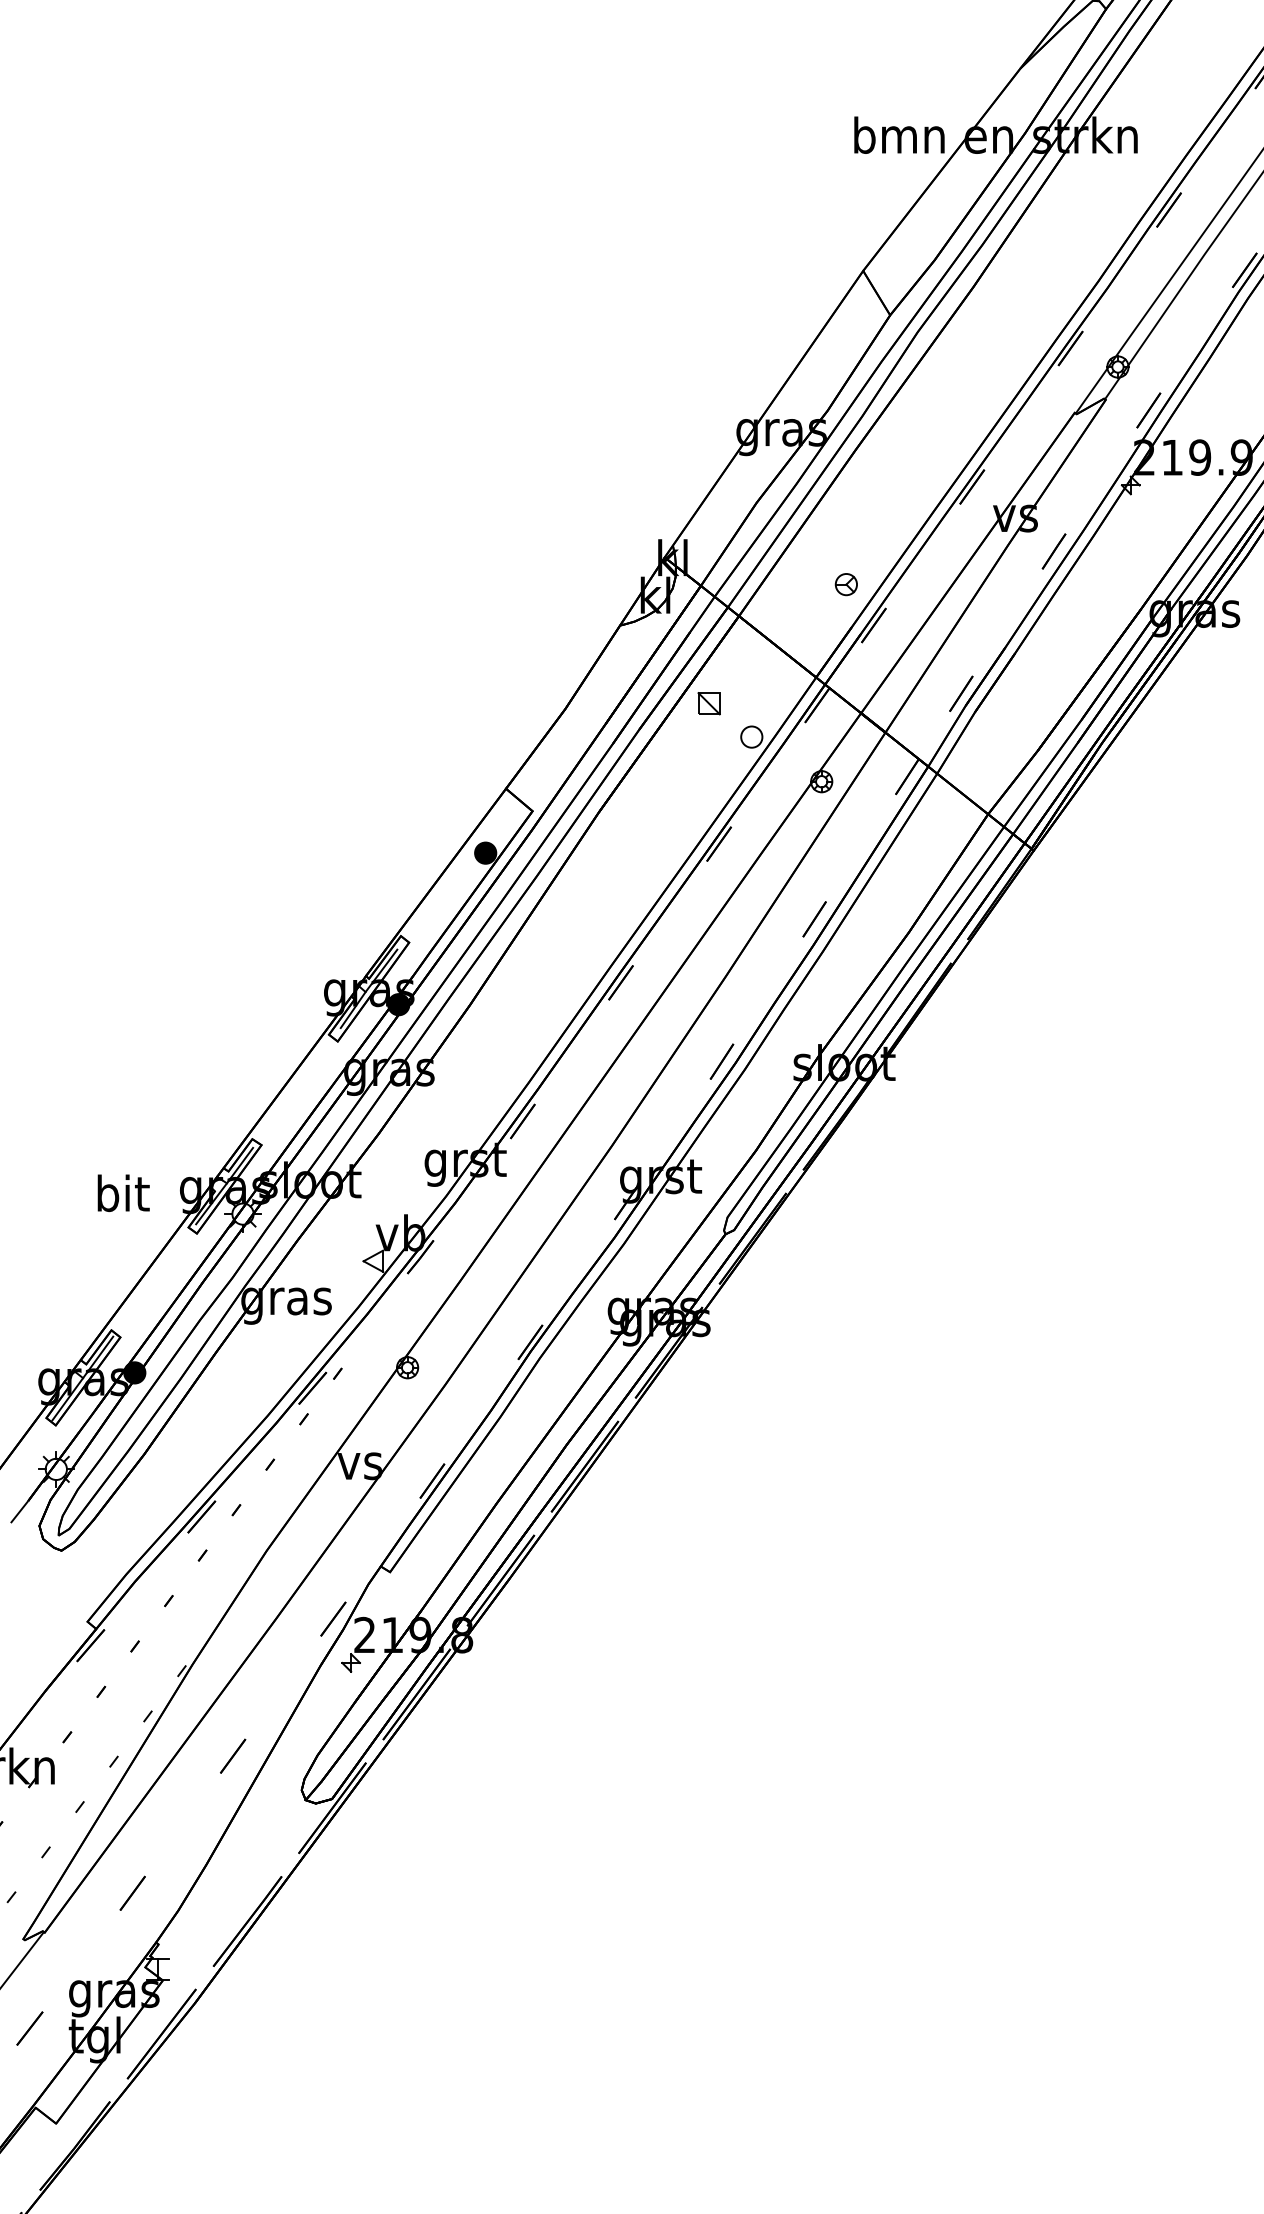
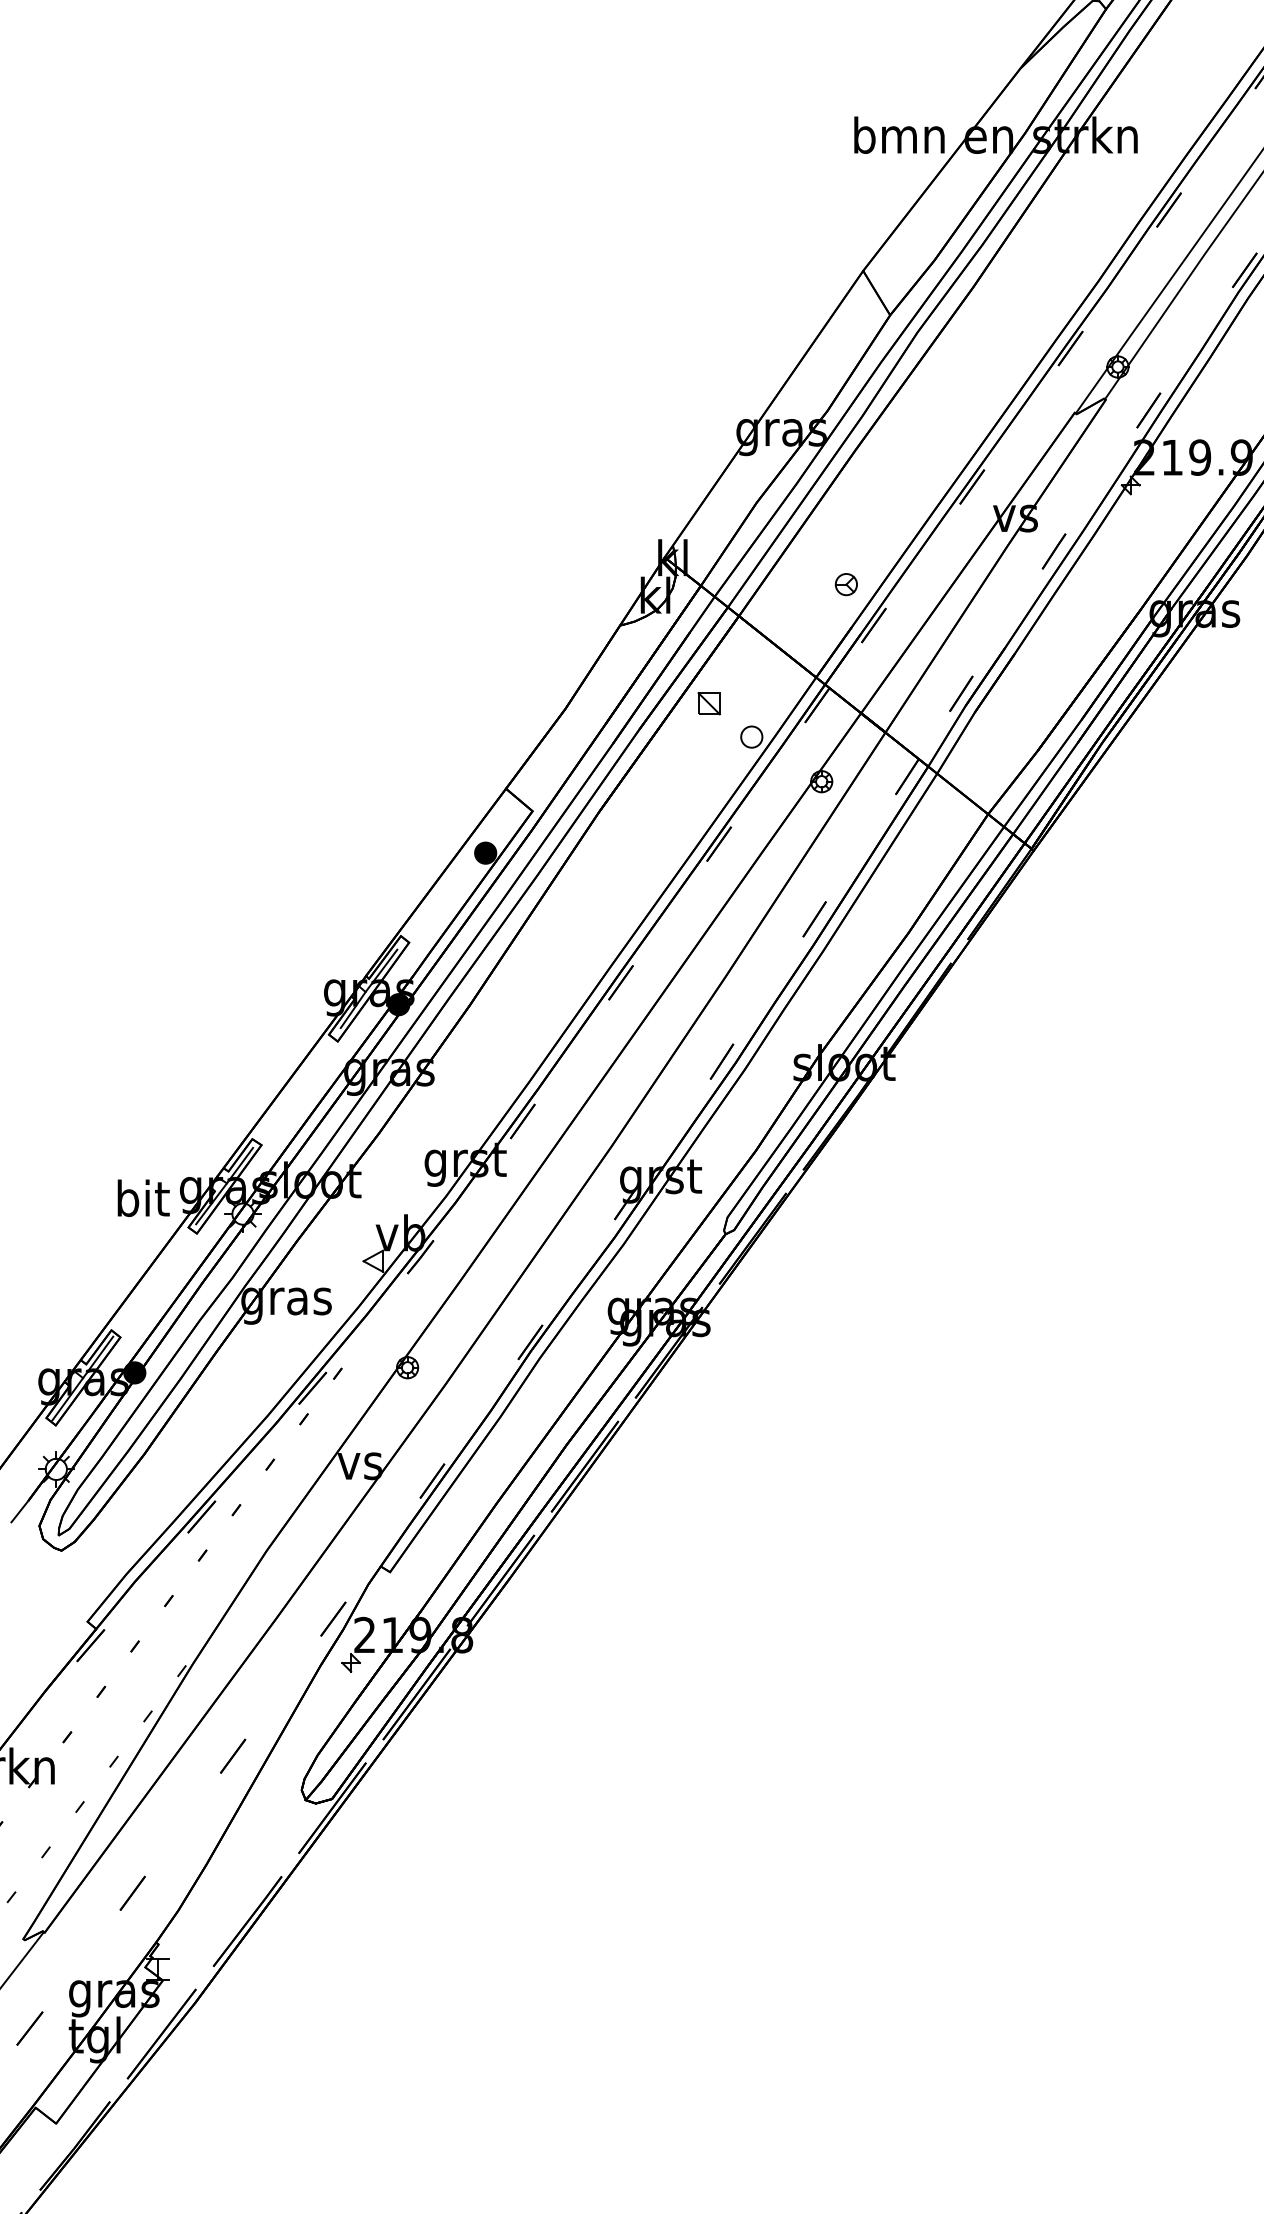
text at (123, 1192) position: (123, 1192) -> (143, 1197)
